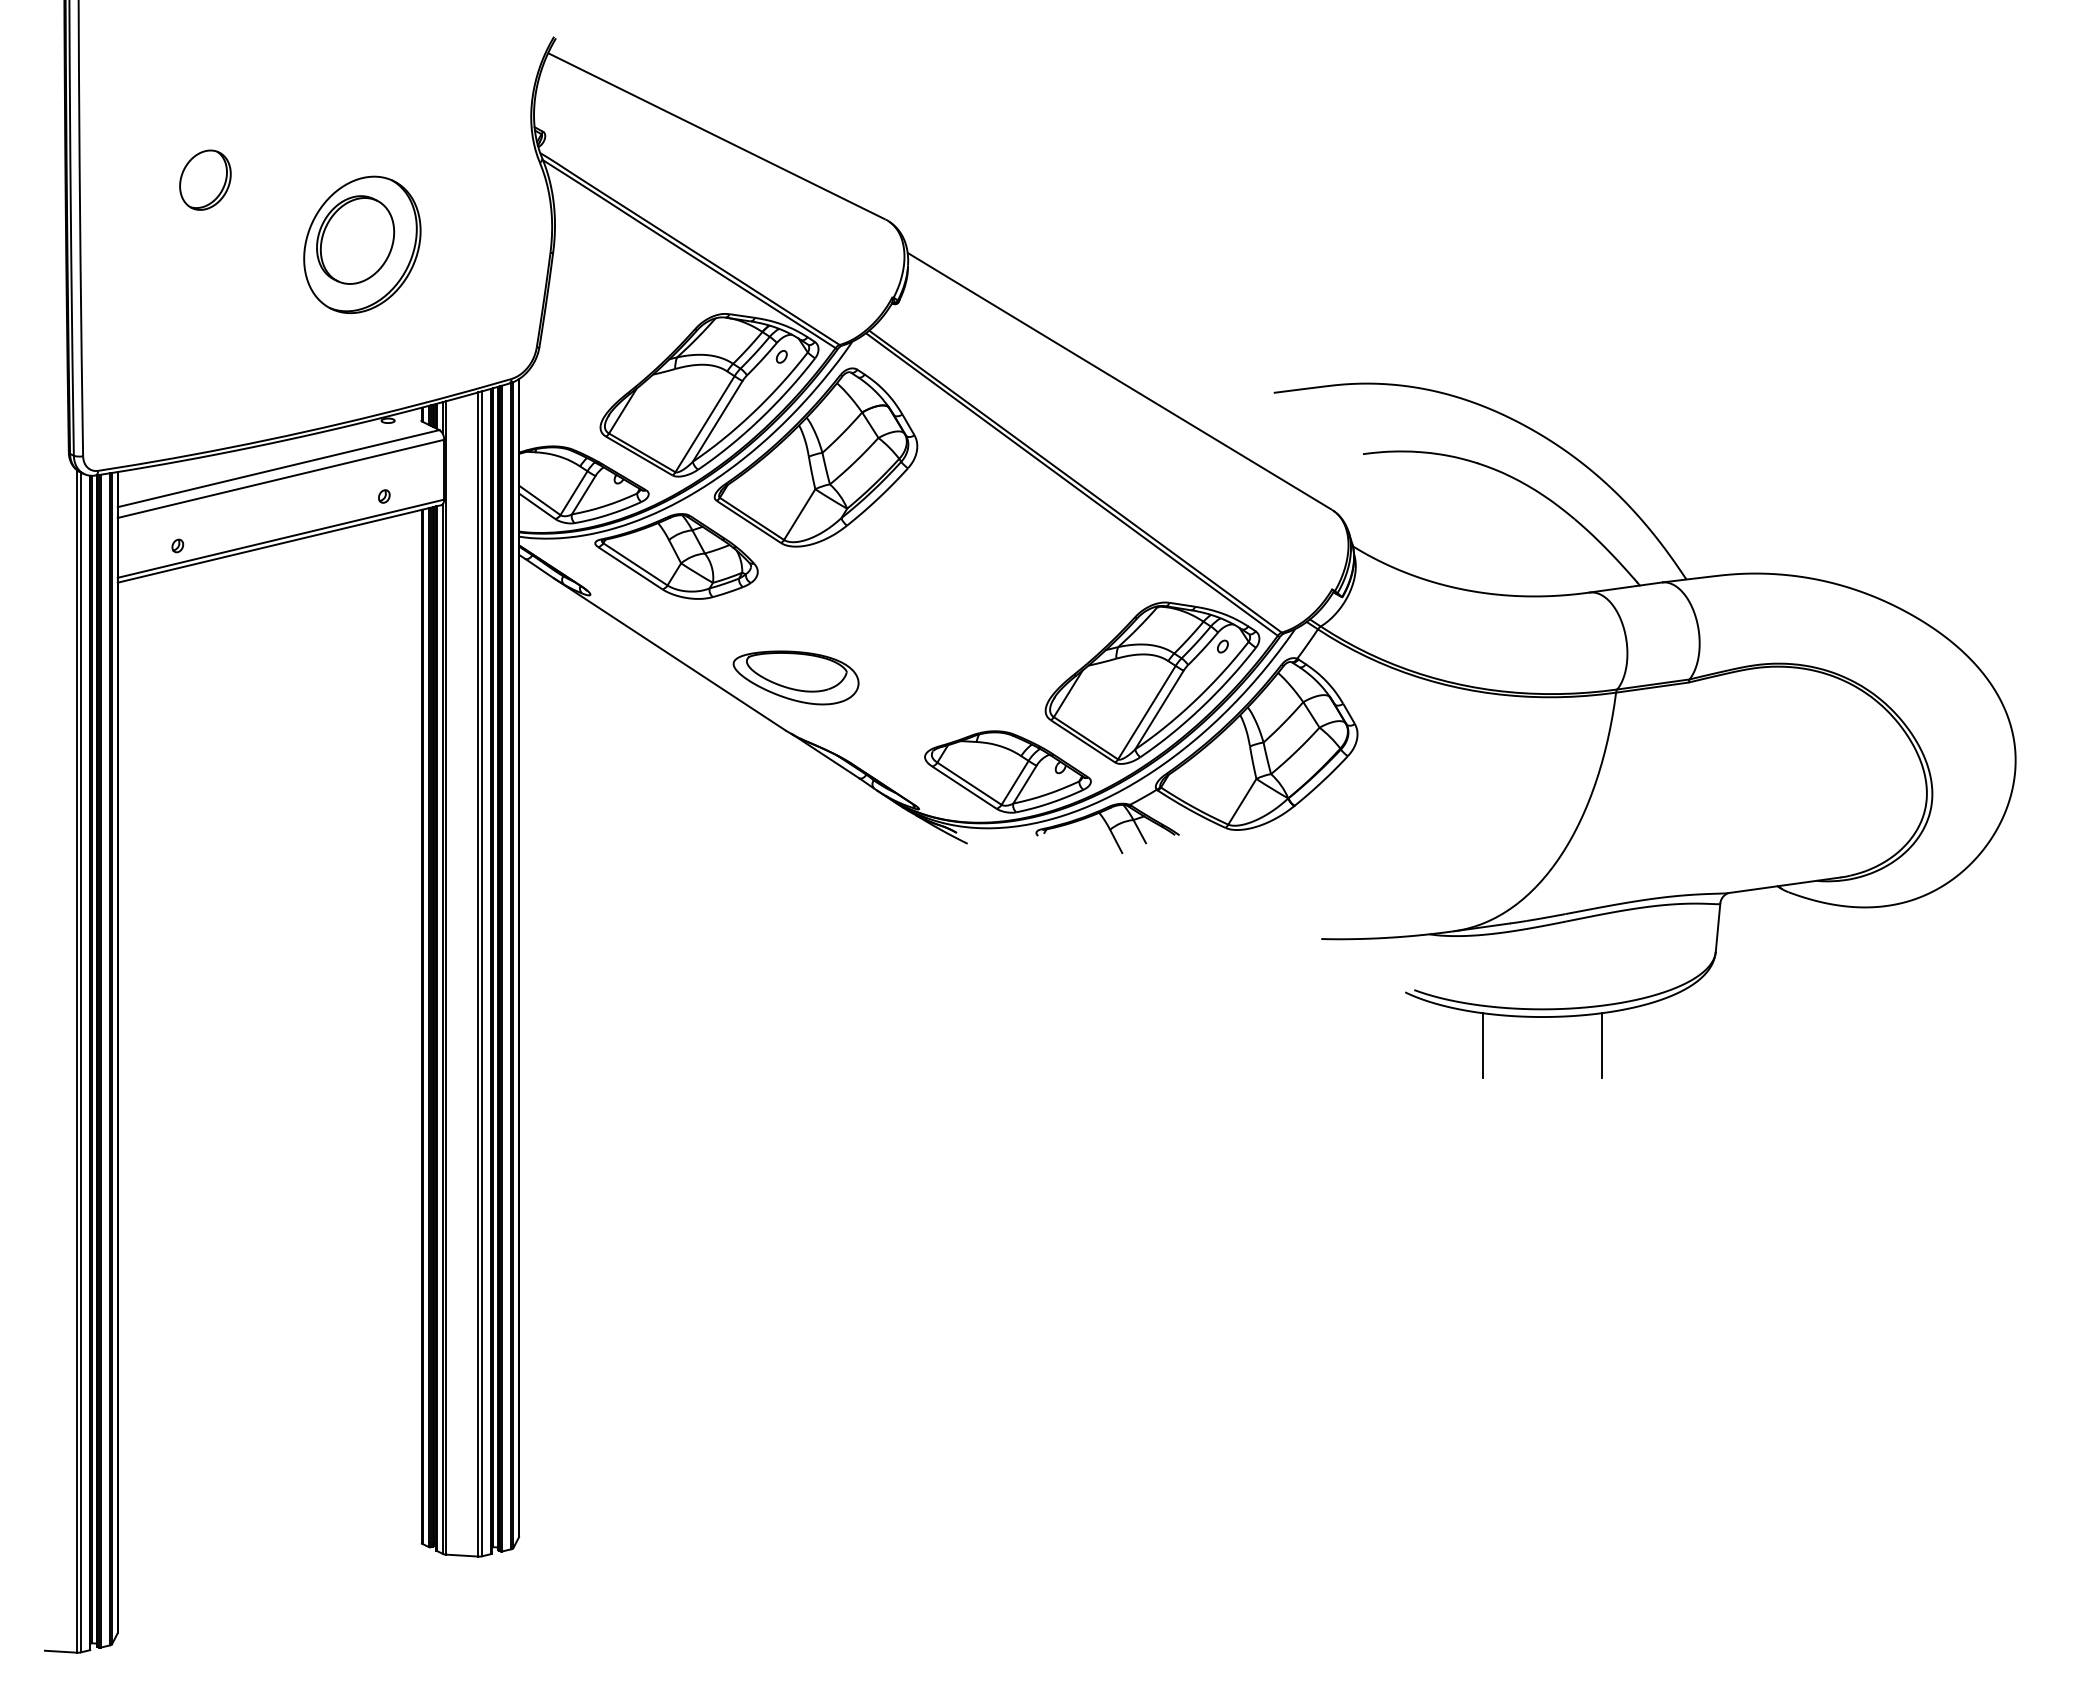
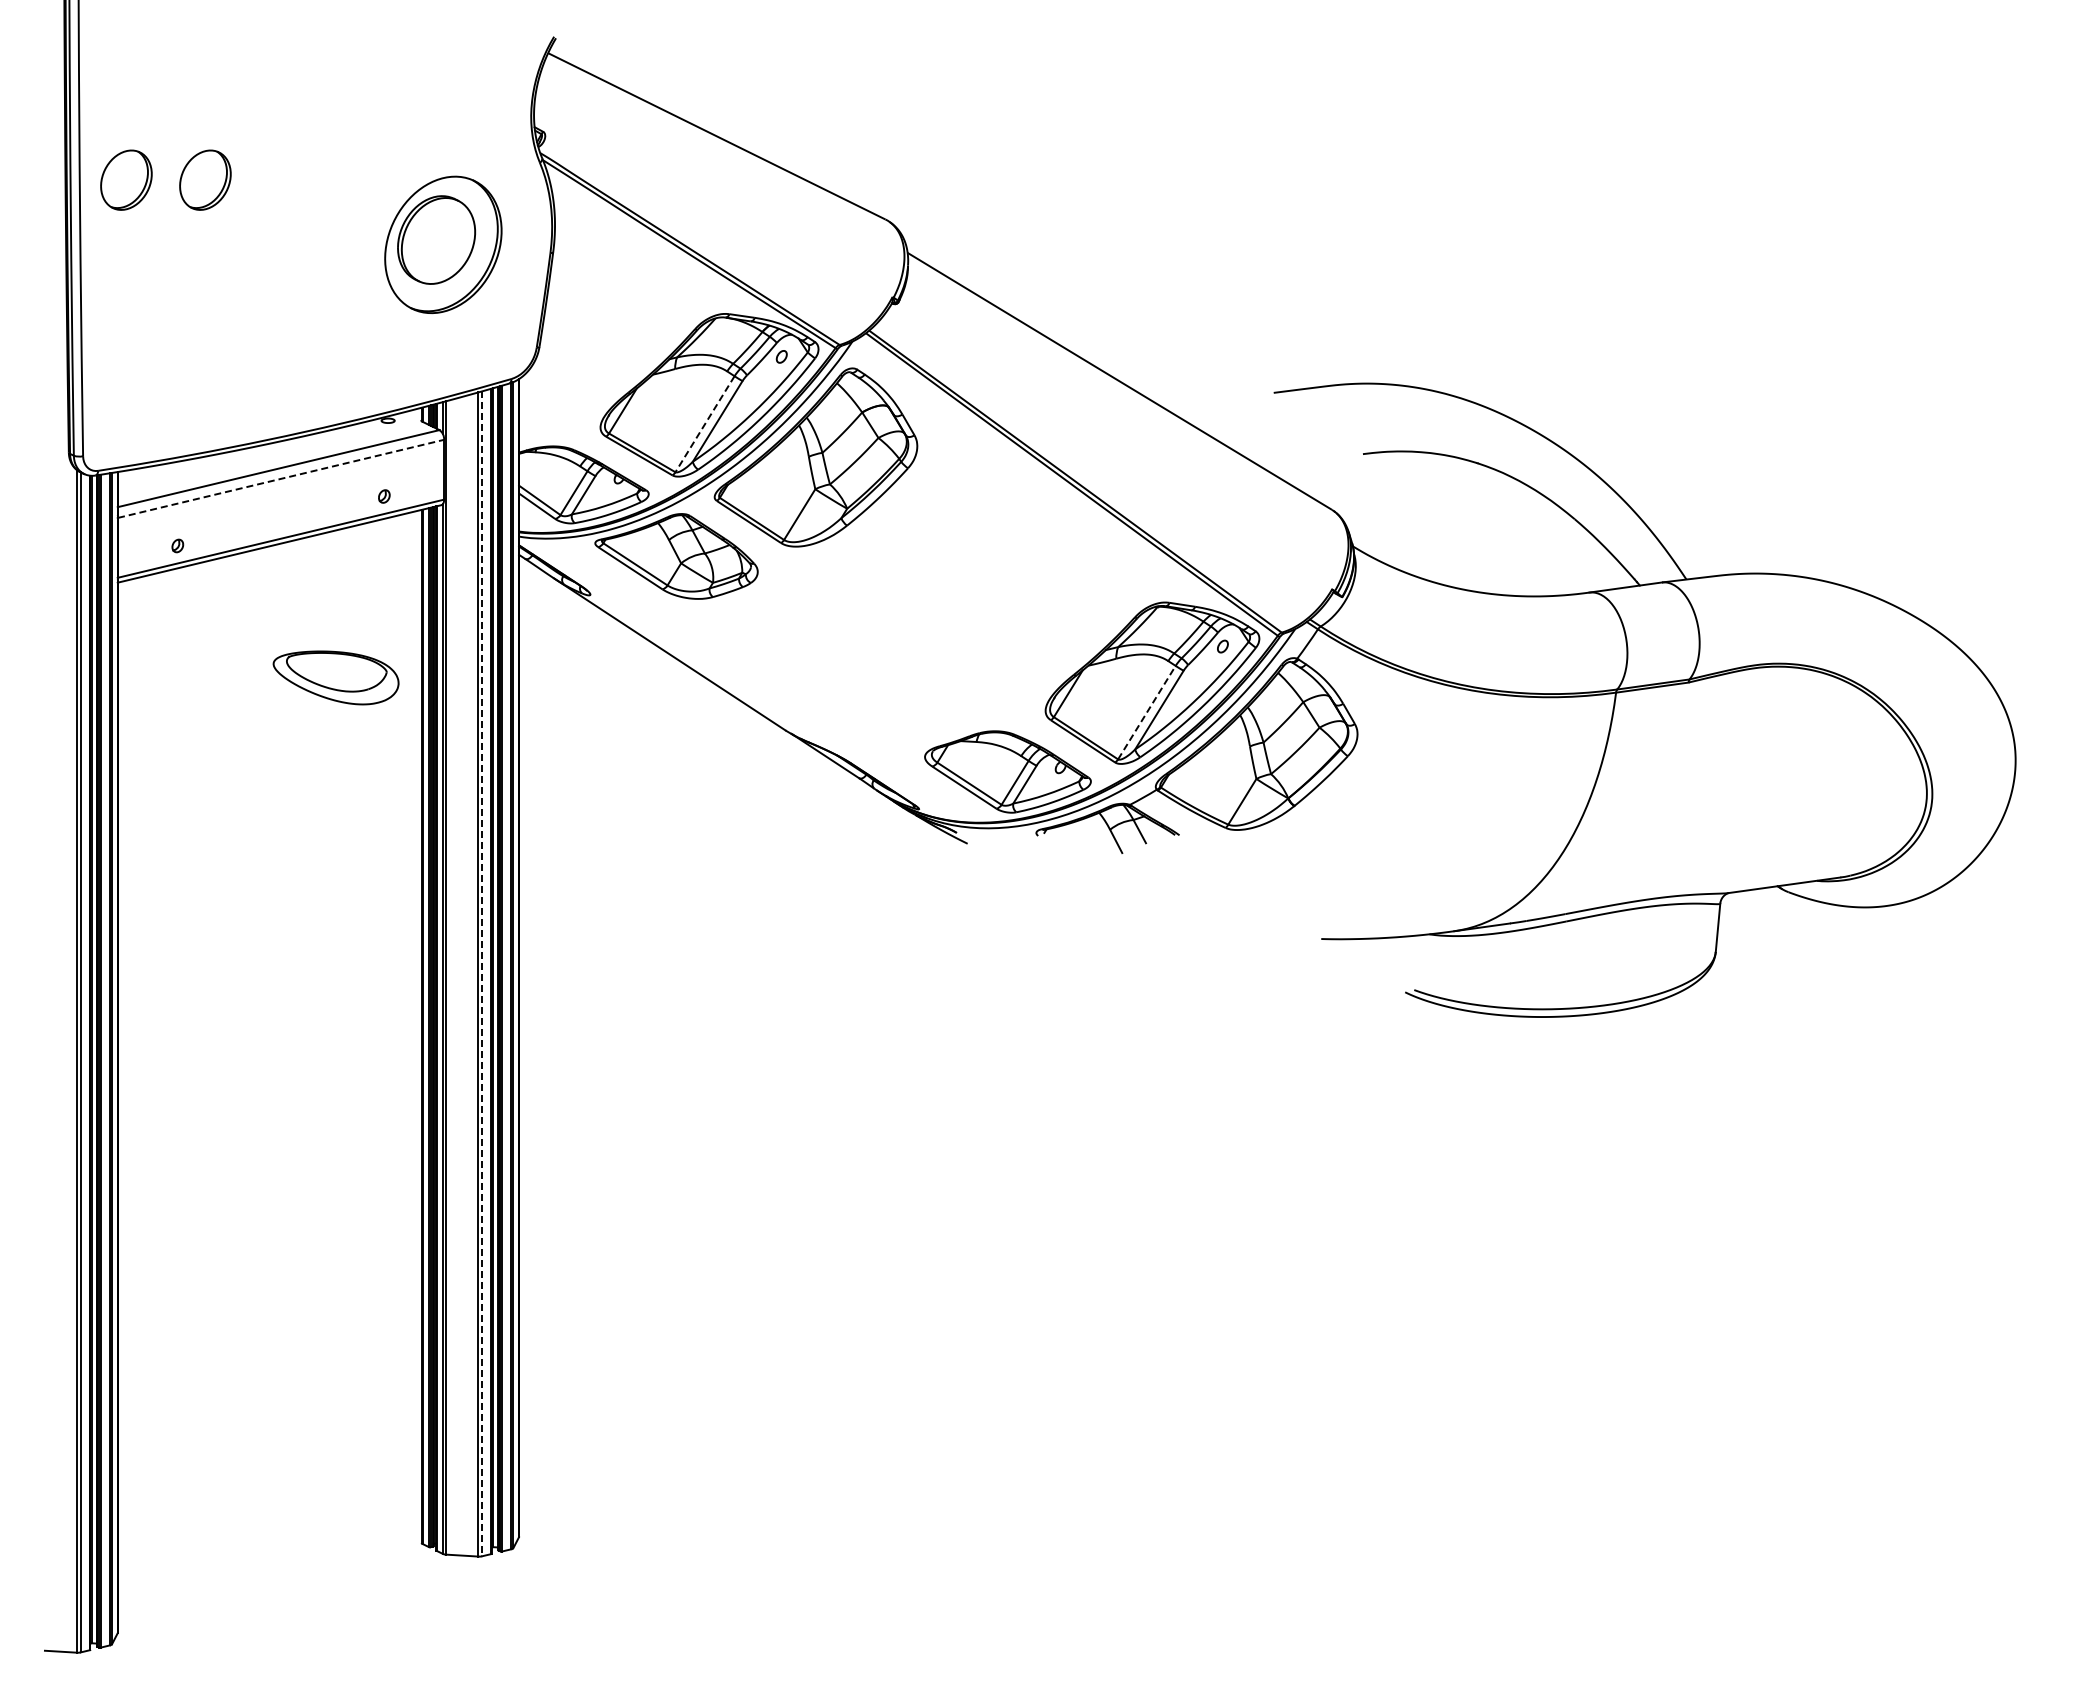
part at (126, 179): none -> present
part at (362, 244) position: (362, 244) -> (443, 244)
line at (704, 424): solid -> dashed
line at (281, 478): solid -> dashed
part at (795, 677) position: (795, 677) -> (335, 677)
line at (1146, 712): solid -> dashed
line at (482, 974): solid -> dashed
line at (1482, 1045): present -> none
line at (1602, 1045): present -> none
